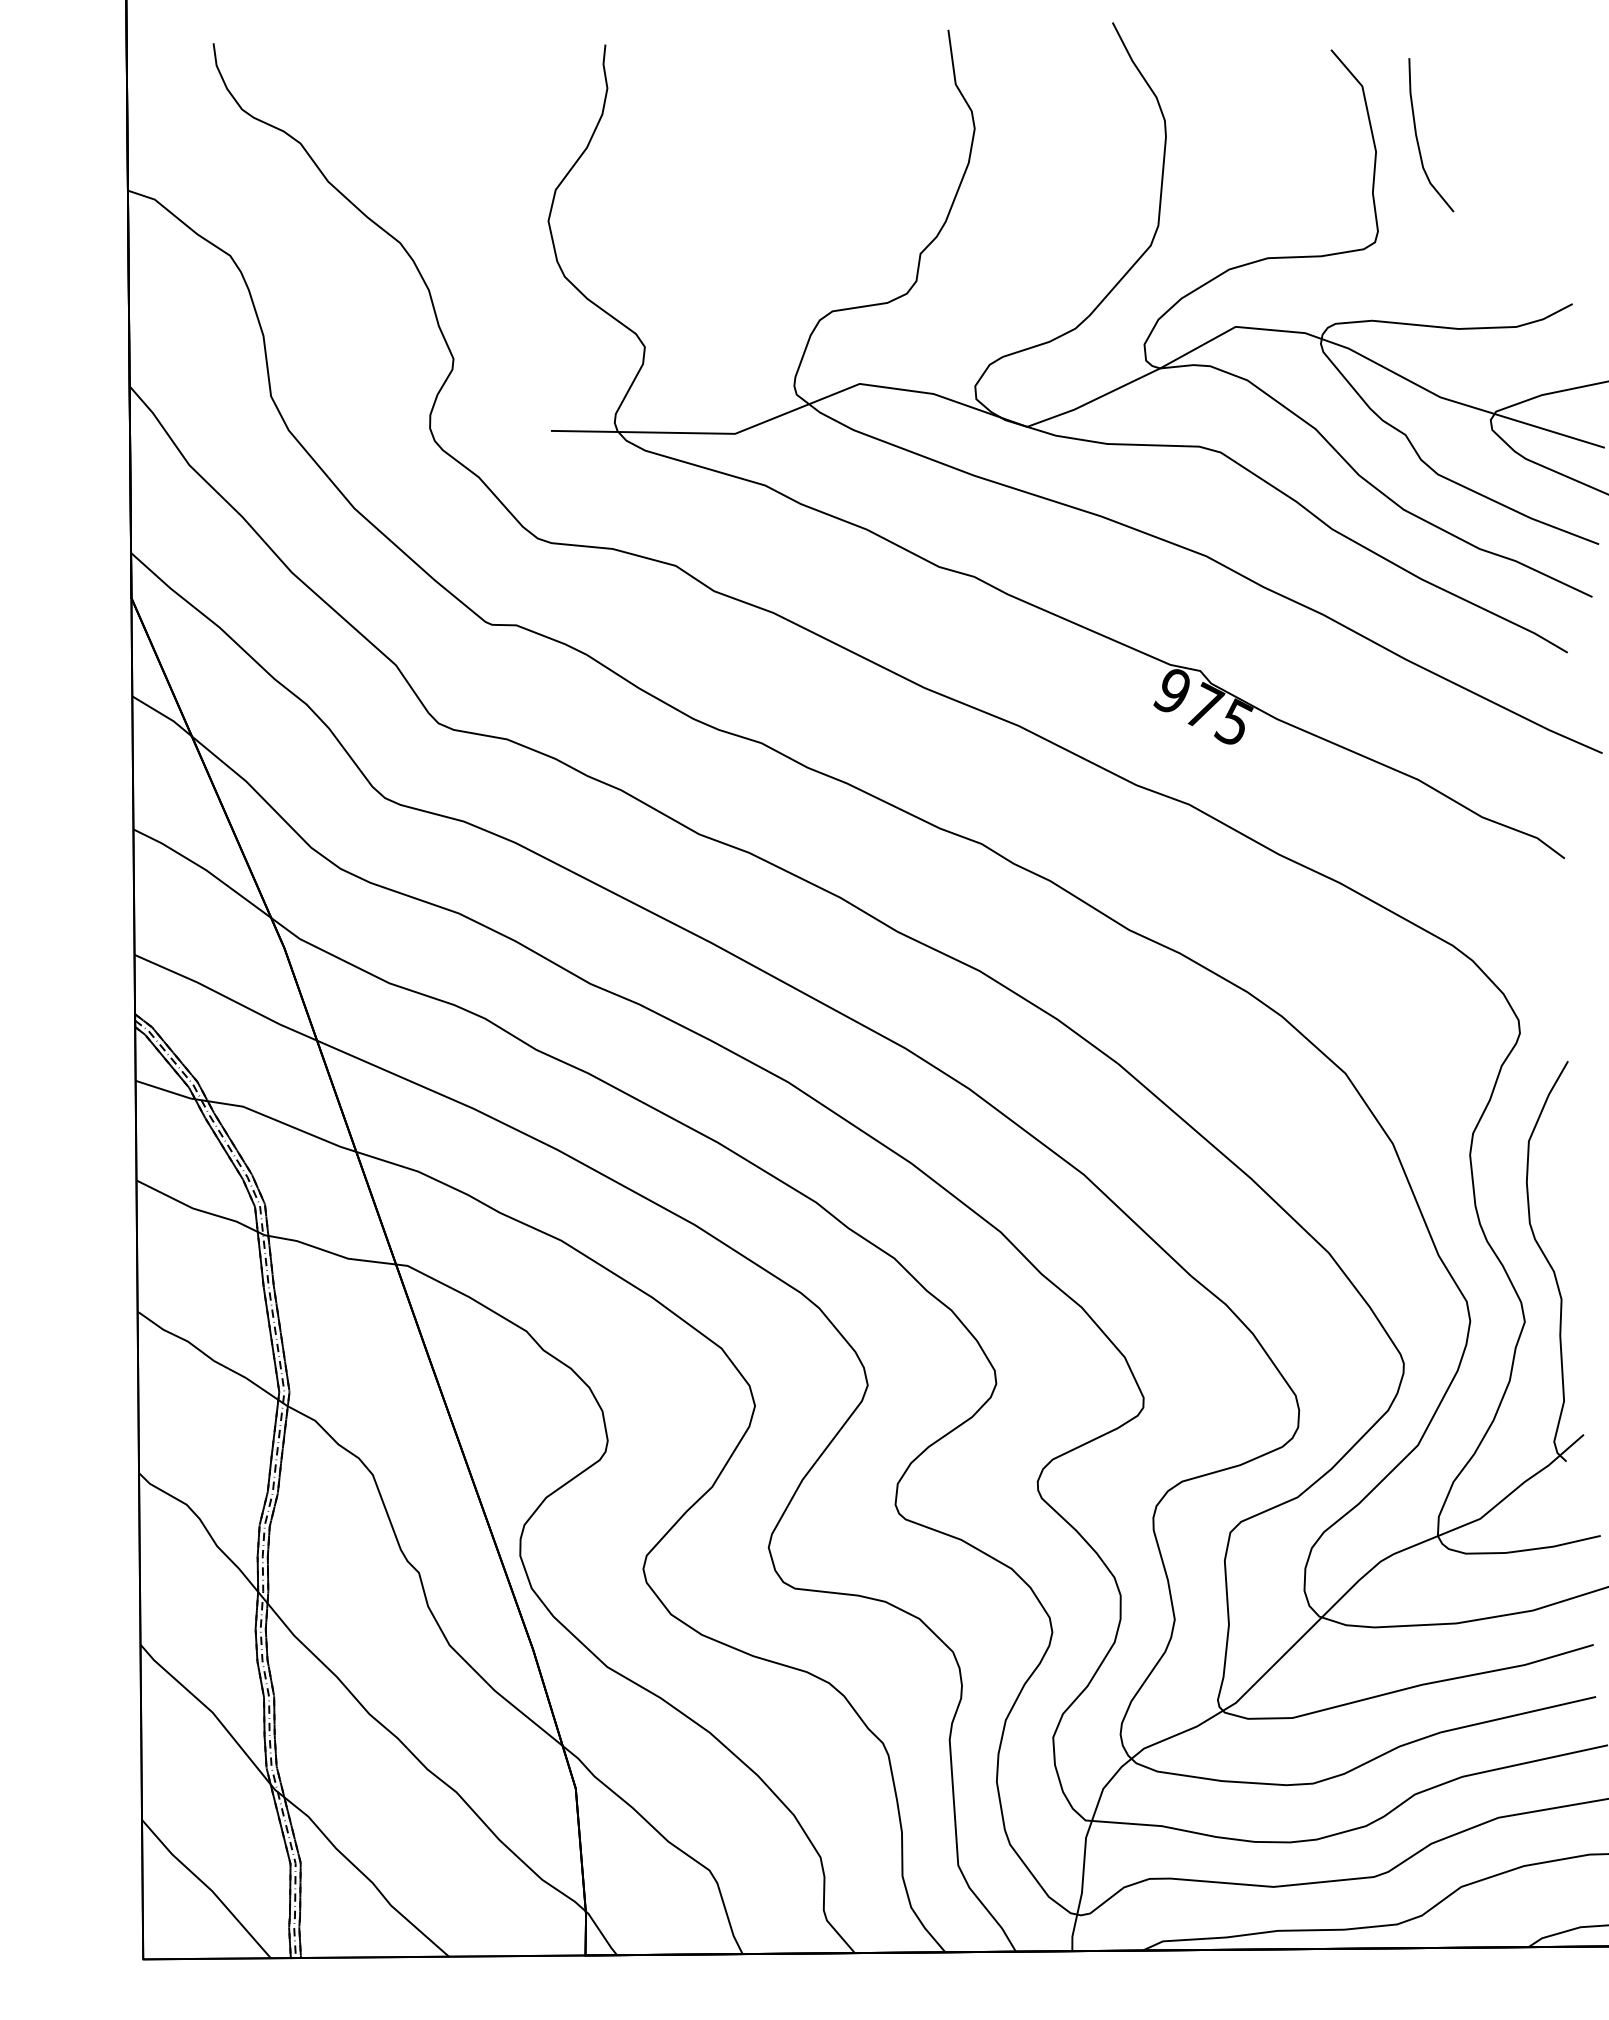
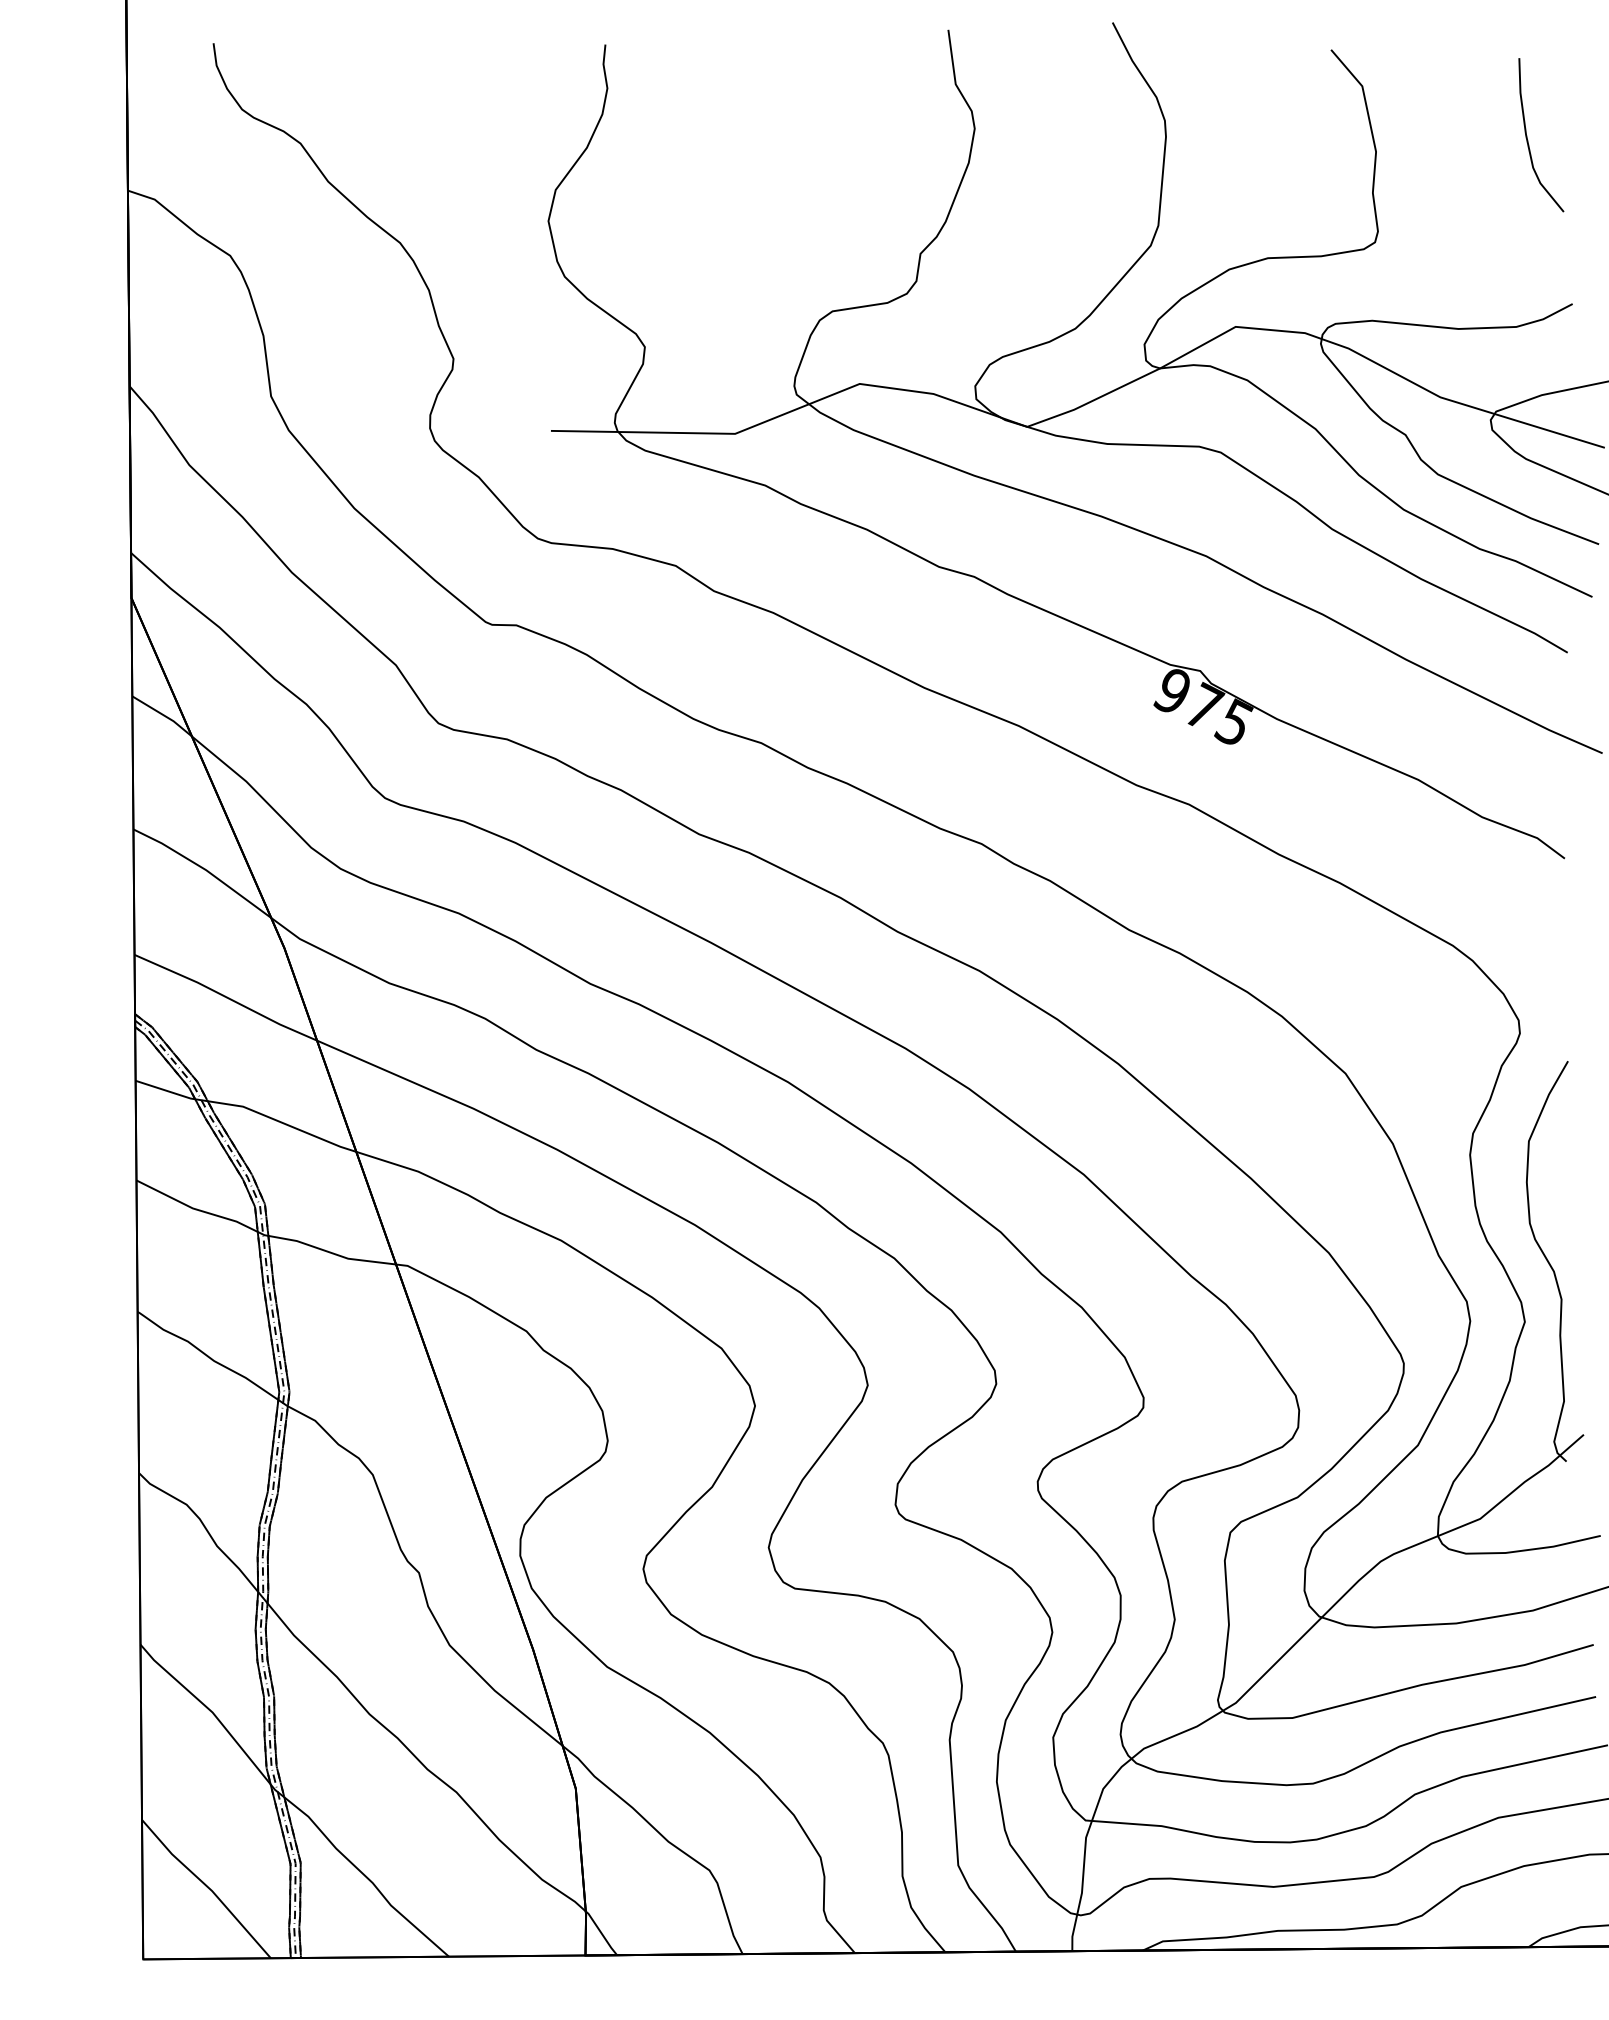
curve at (1418, 140) position: (1418, 140) -> (1528, 140)
